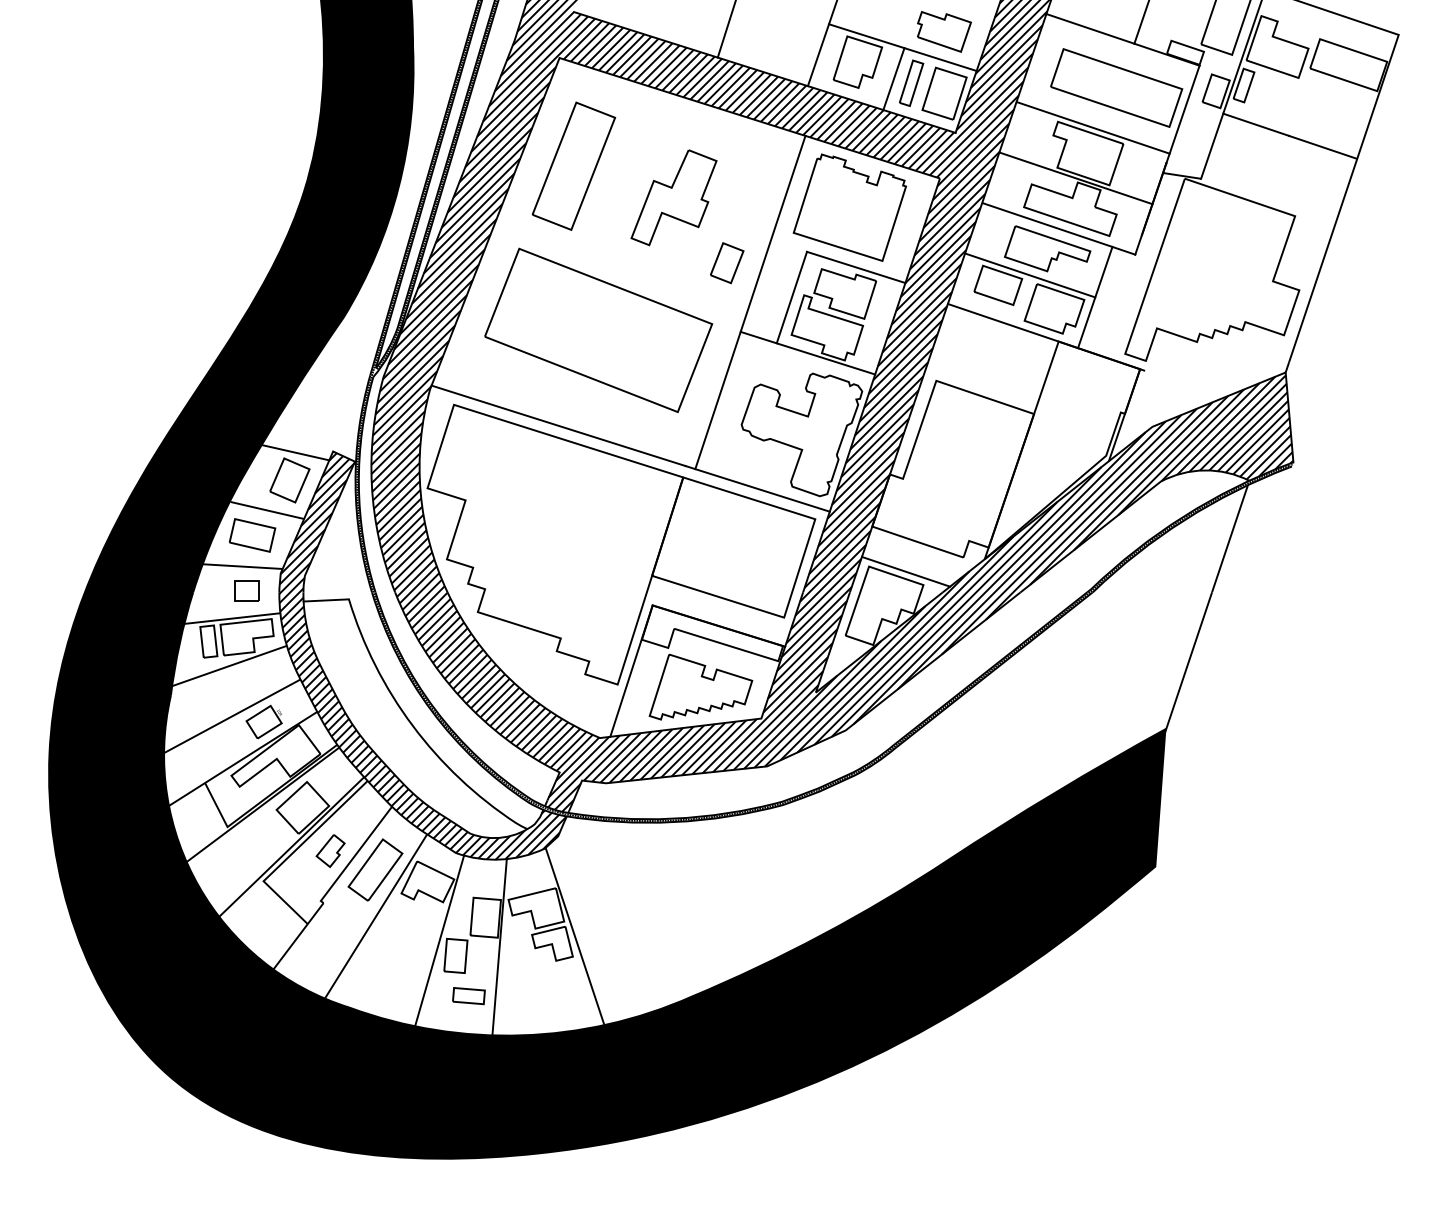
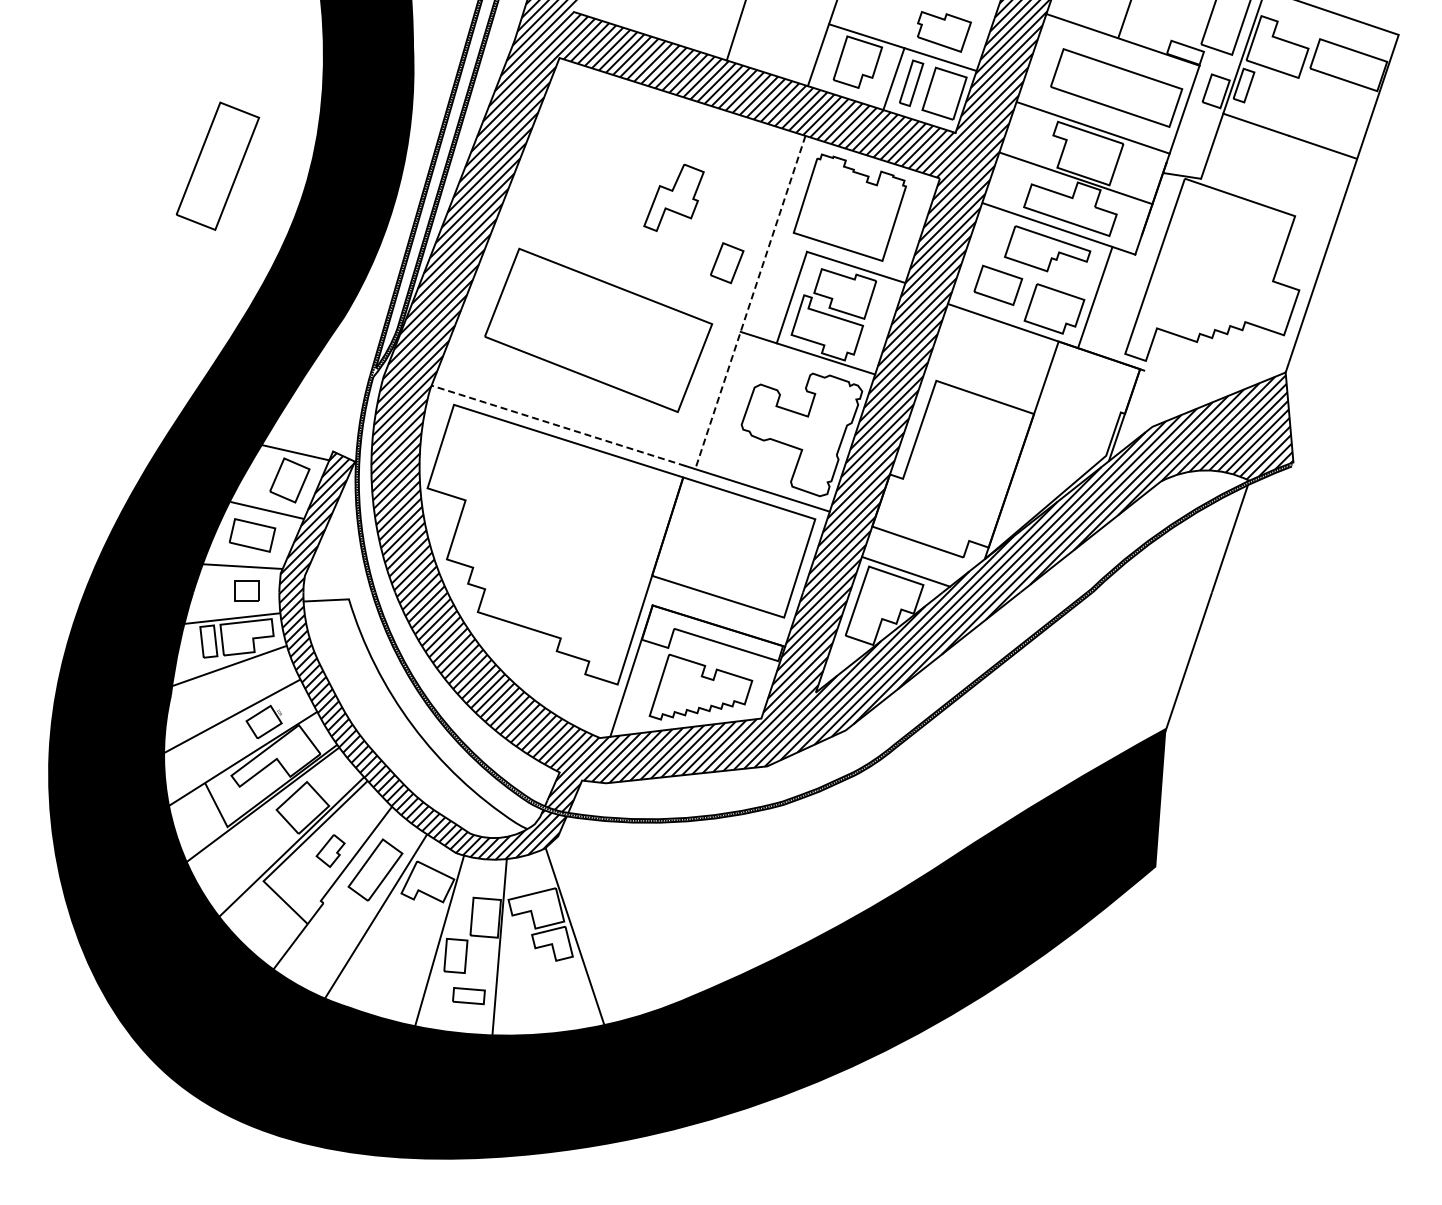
line at (1141, 22) position: (1141, 22) -> (1124, 19)
line at (726, 29) position: (726, 29) -> (735, 31)
part at (573, 165) position: (573, 165) -> (217, 165)
part at (673, 197) size: 88x98 px -> 62x69 px
line at (1030, 275): present -> none
line at (750, 302): solid -> dashed
line at (558, 425): solid -> dashed
